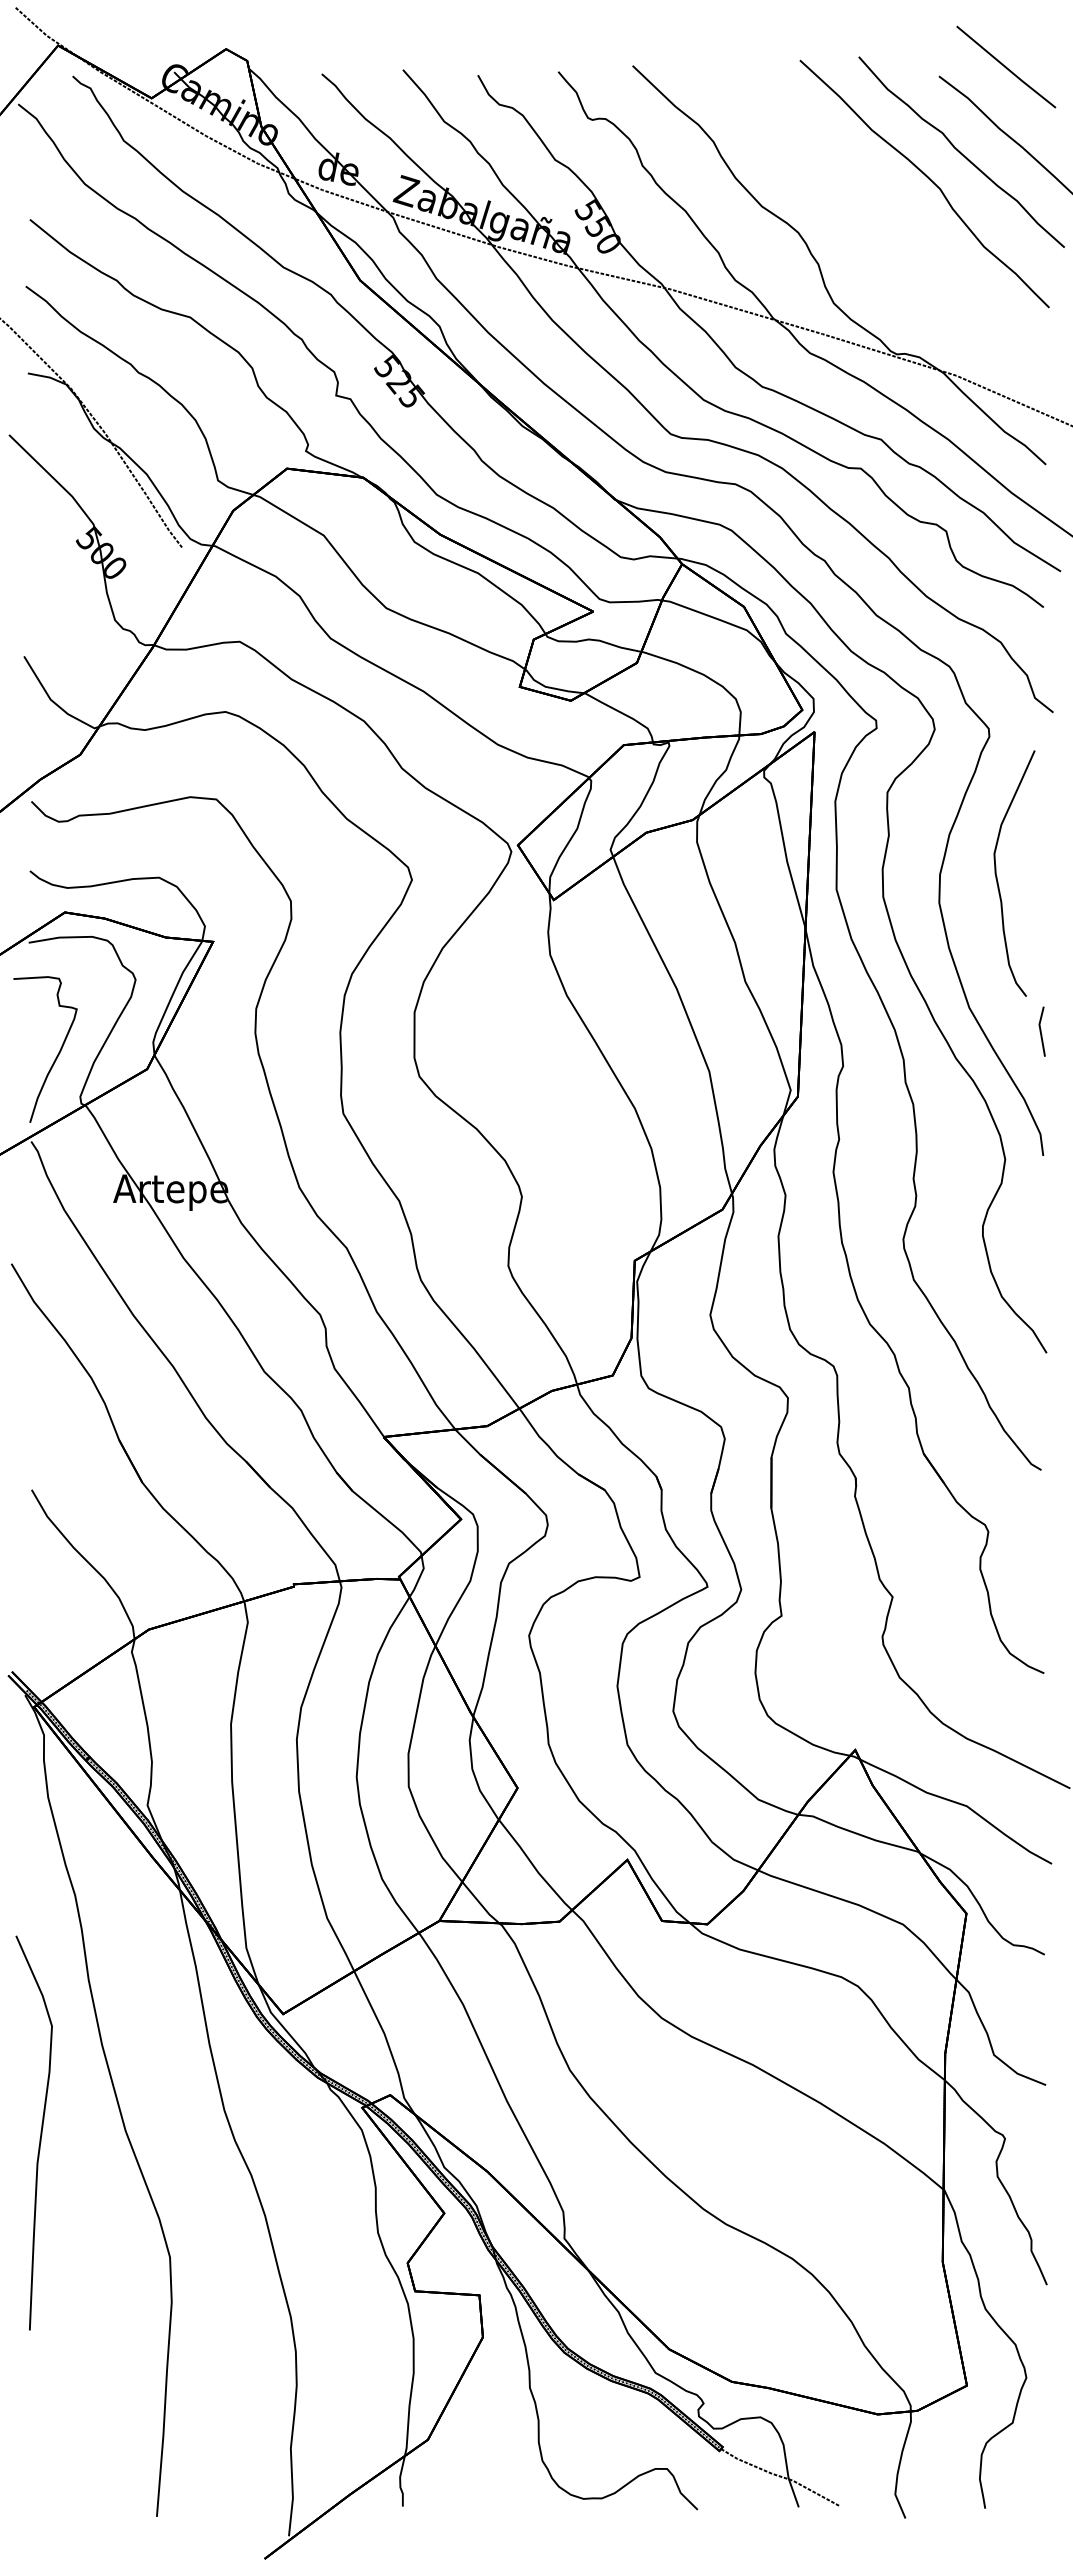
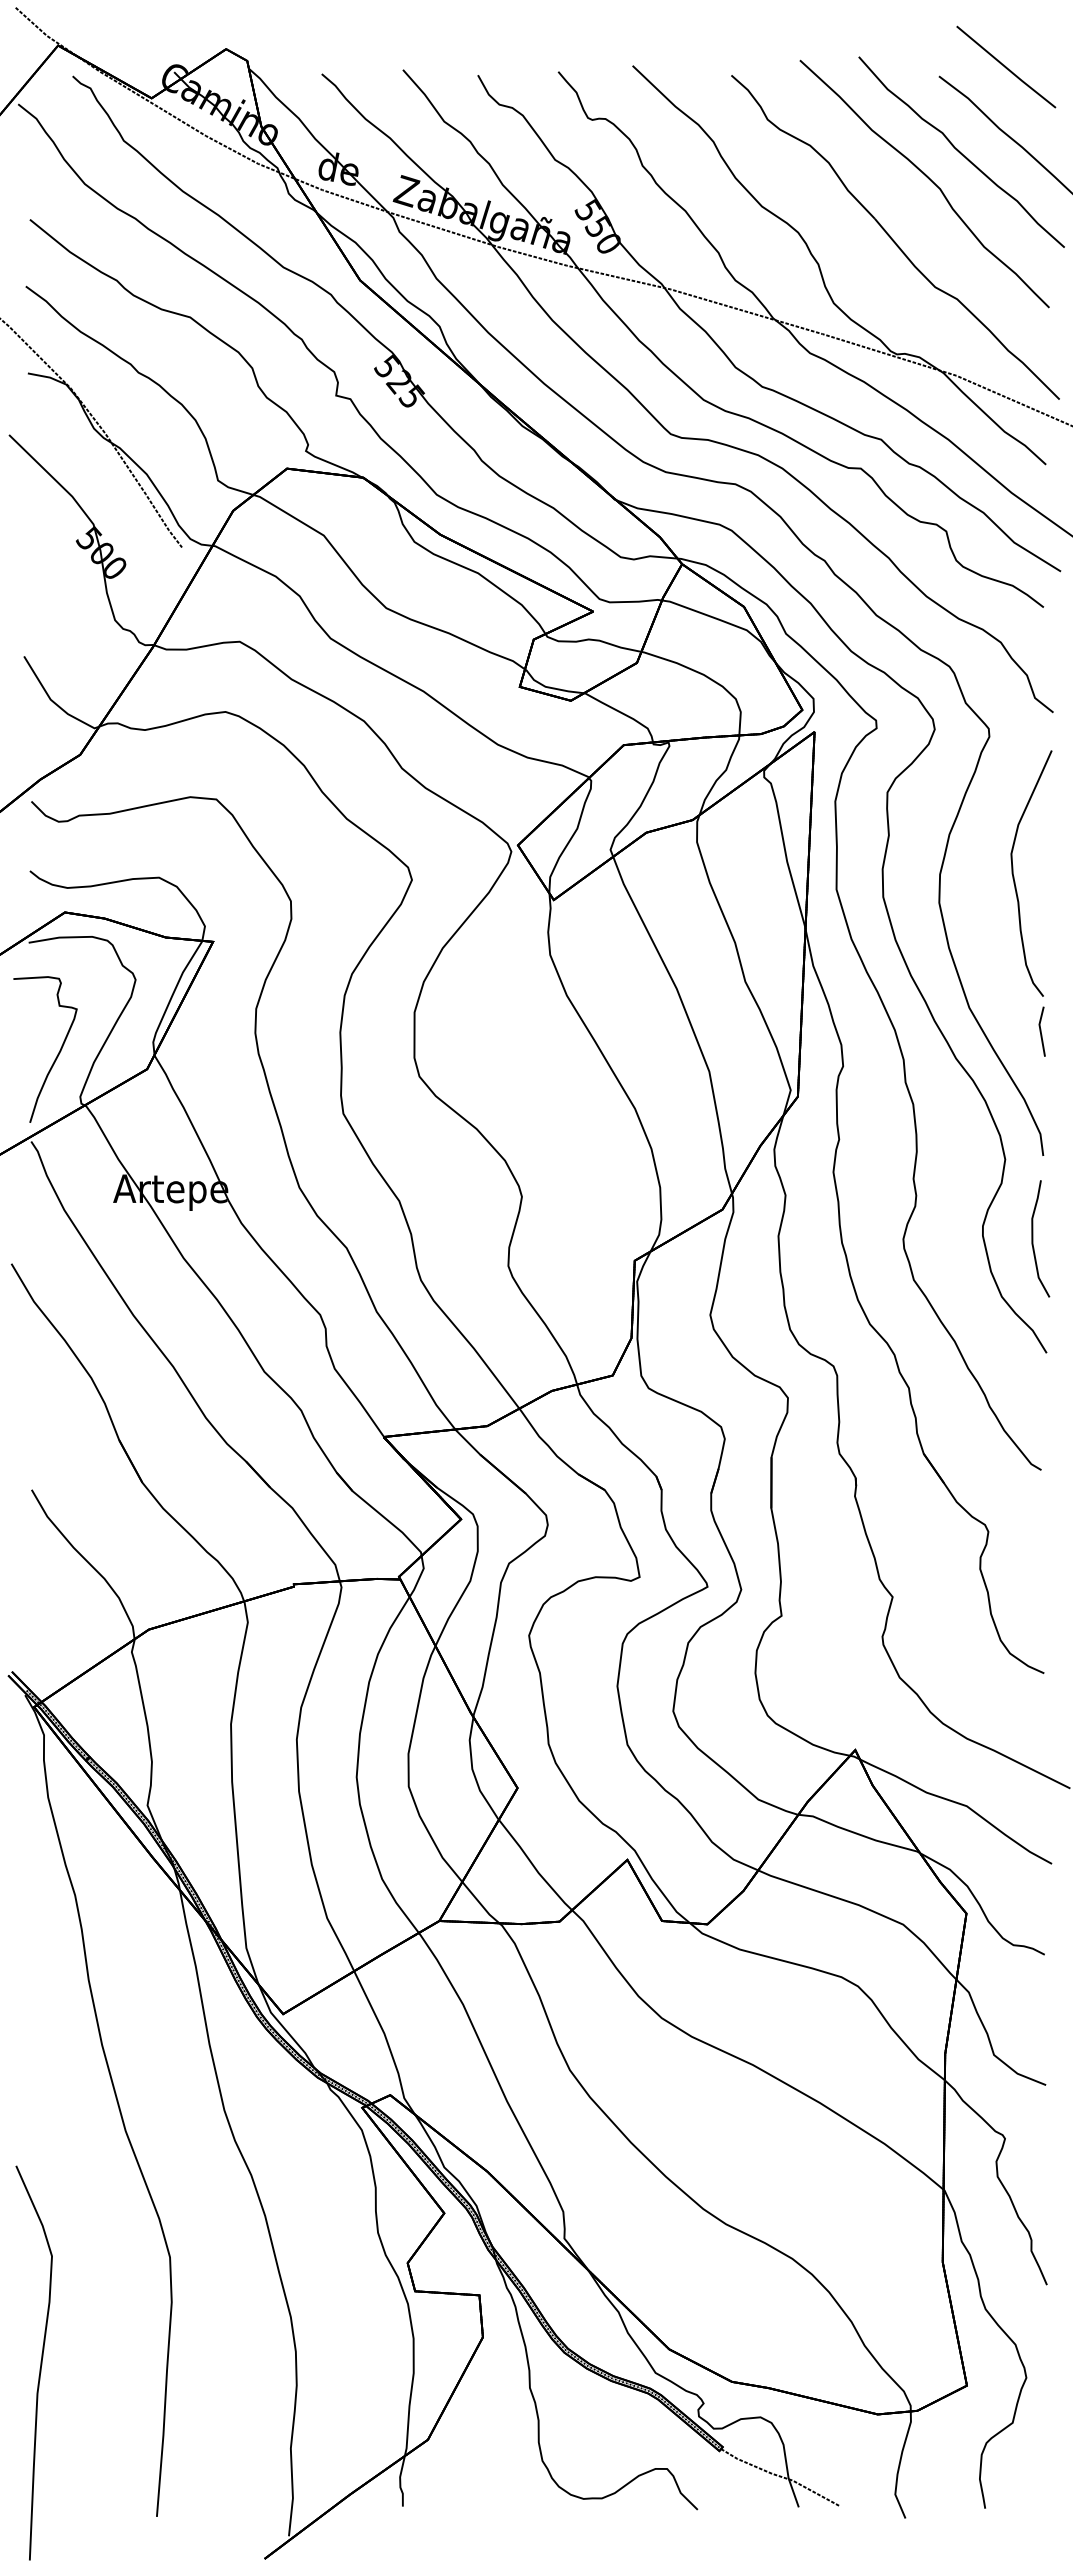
part at (895, 237): none -> present
curve at (997, 876) position: (997, 876) -> (1014, 876)
curve at (1033, 1238): none -> present
part at (40, 2132) position: (40, 2132) -> (40, 2362)
